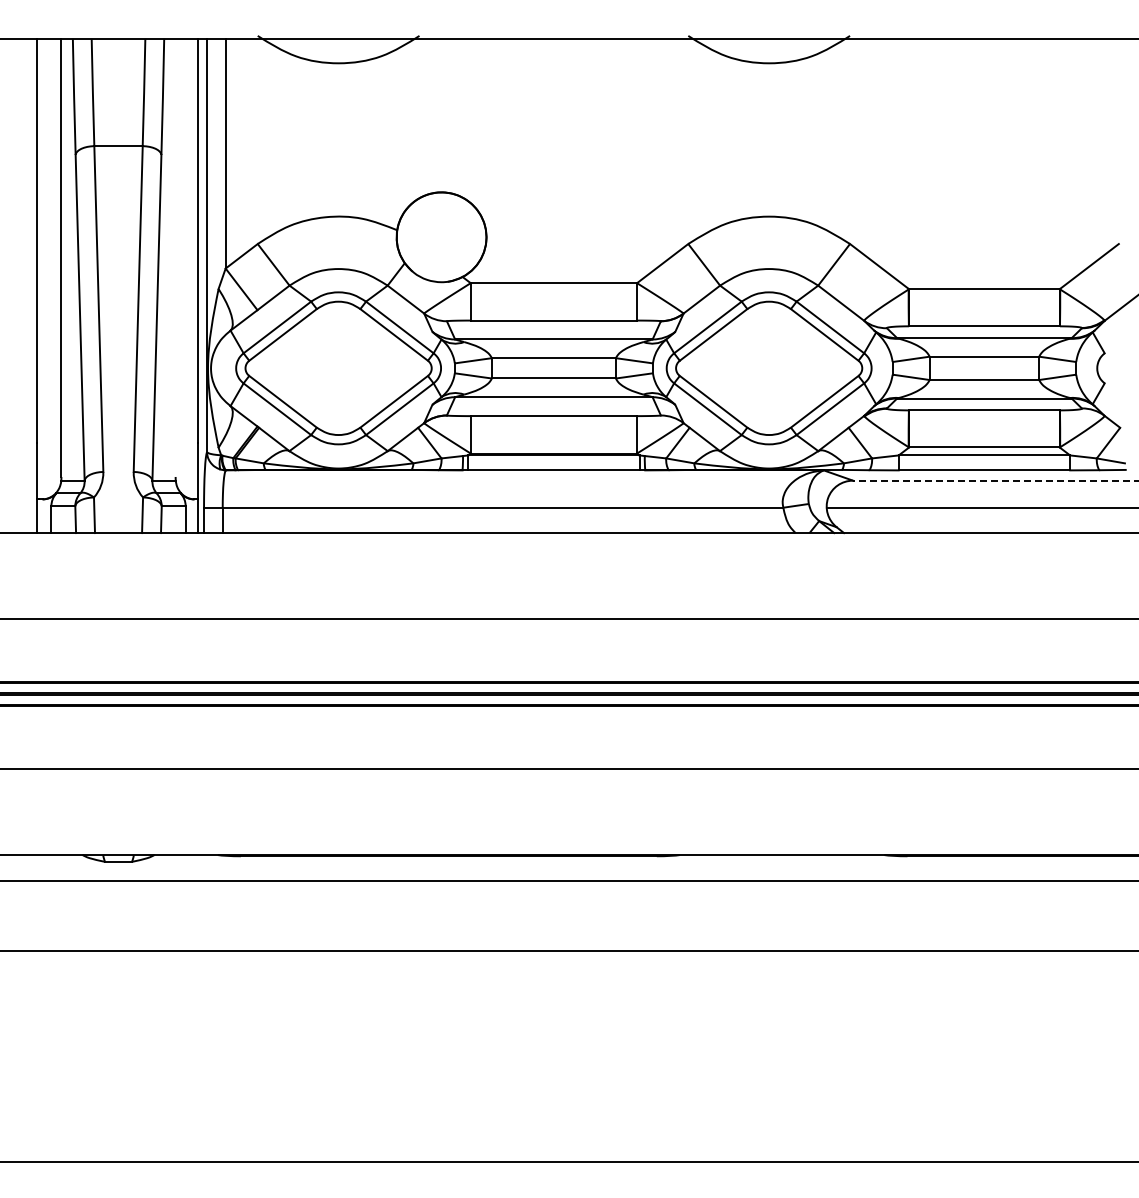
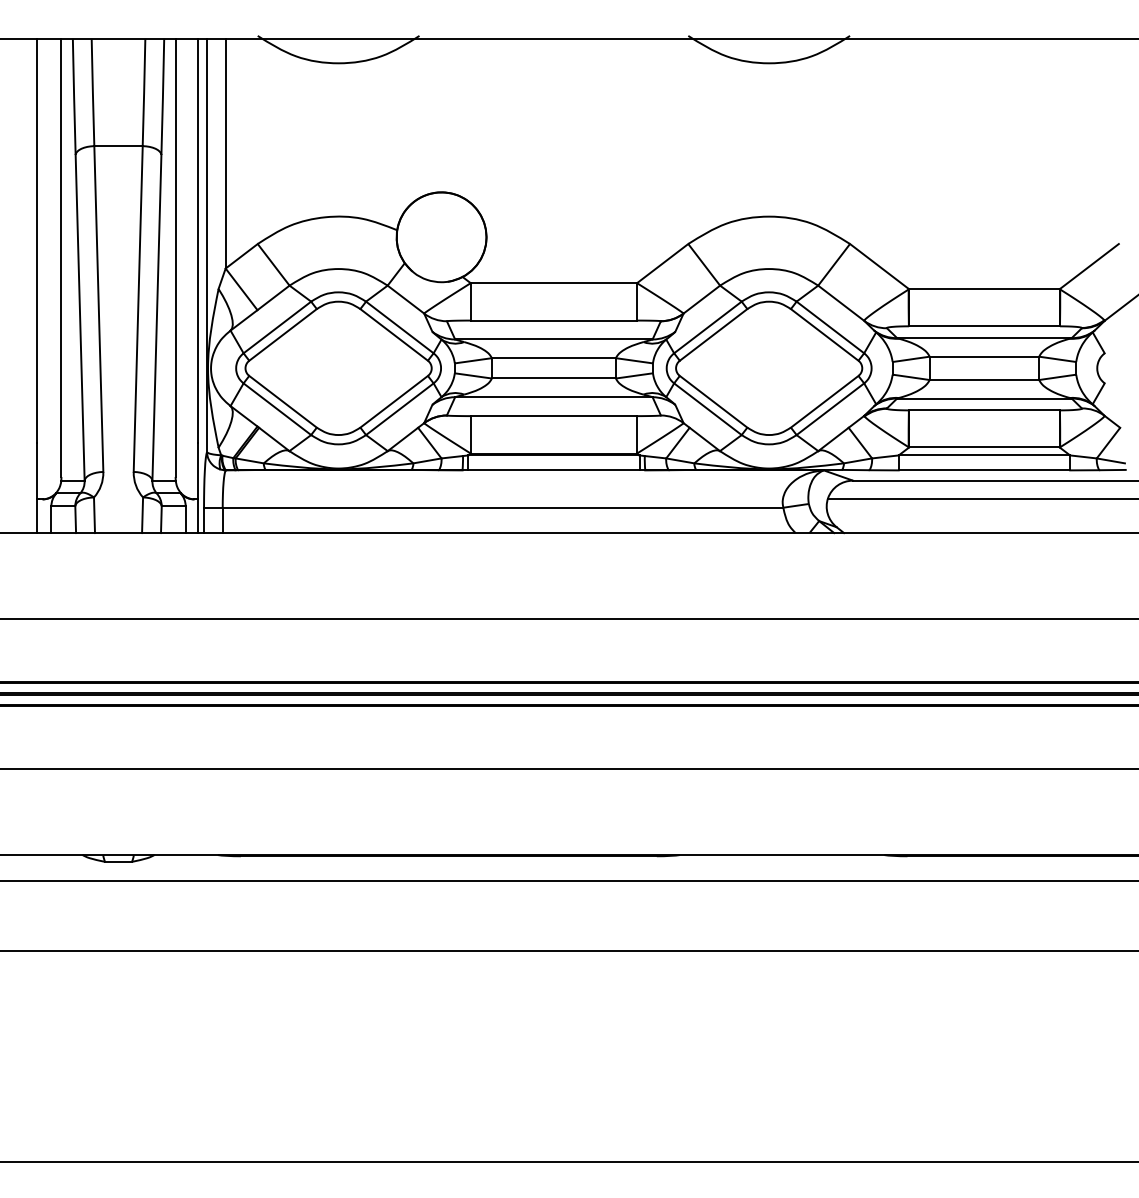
line at (175, 257): none -> present
line at (995, 480): dashed -> solid
line at (981, 508) position: (981, 508) -> (981, 499)
